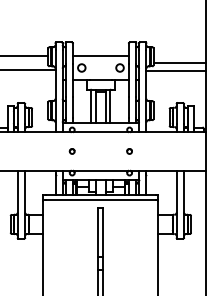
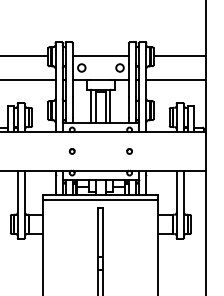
line at (179, 63) position: (179, 63) -> (179, 56)
line at (28, 69) position: (28, 69) -> (28, 79)
line at (176, 70) position: (176, 70) -> (176, 79)
